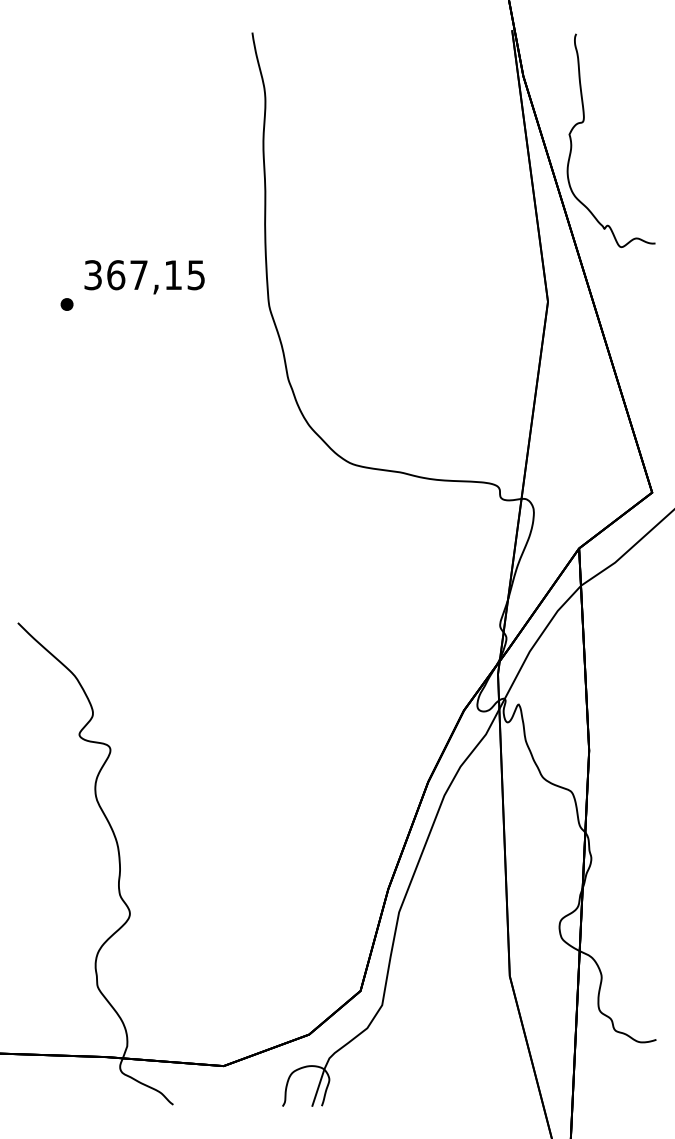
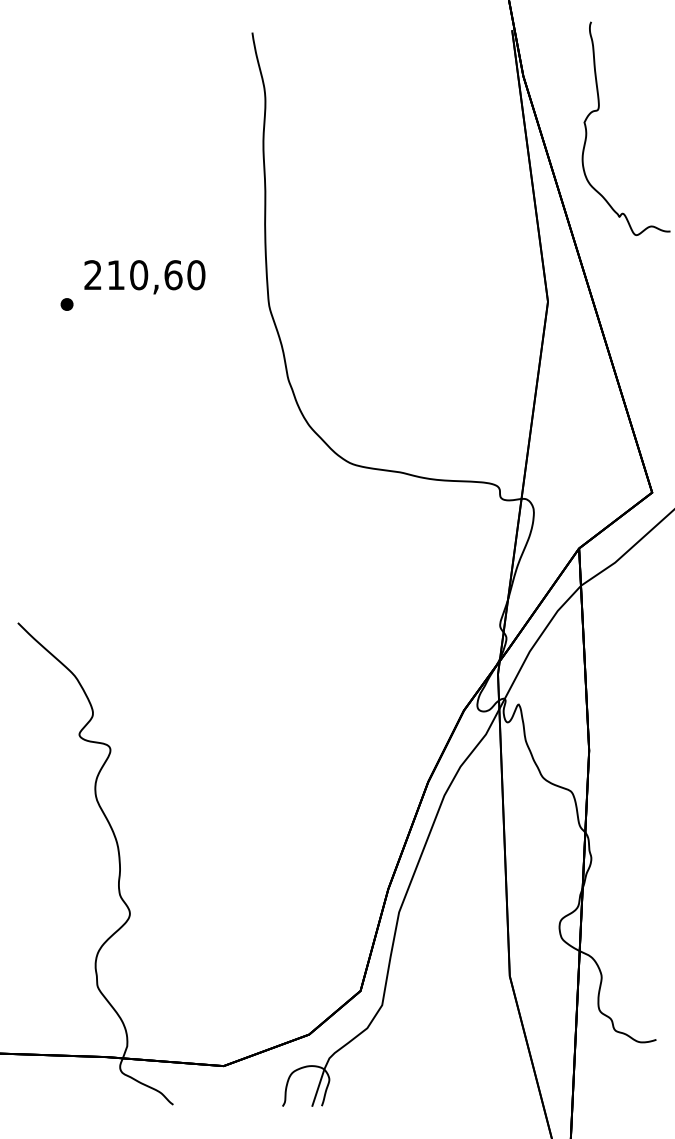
curve at (584, 121) position: (584, 121) -> (599, 109)
text at (144, 275): 367,15 -> 210,60
